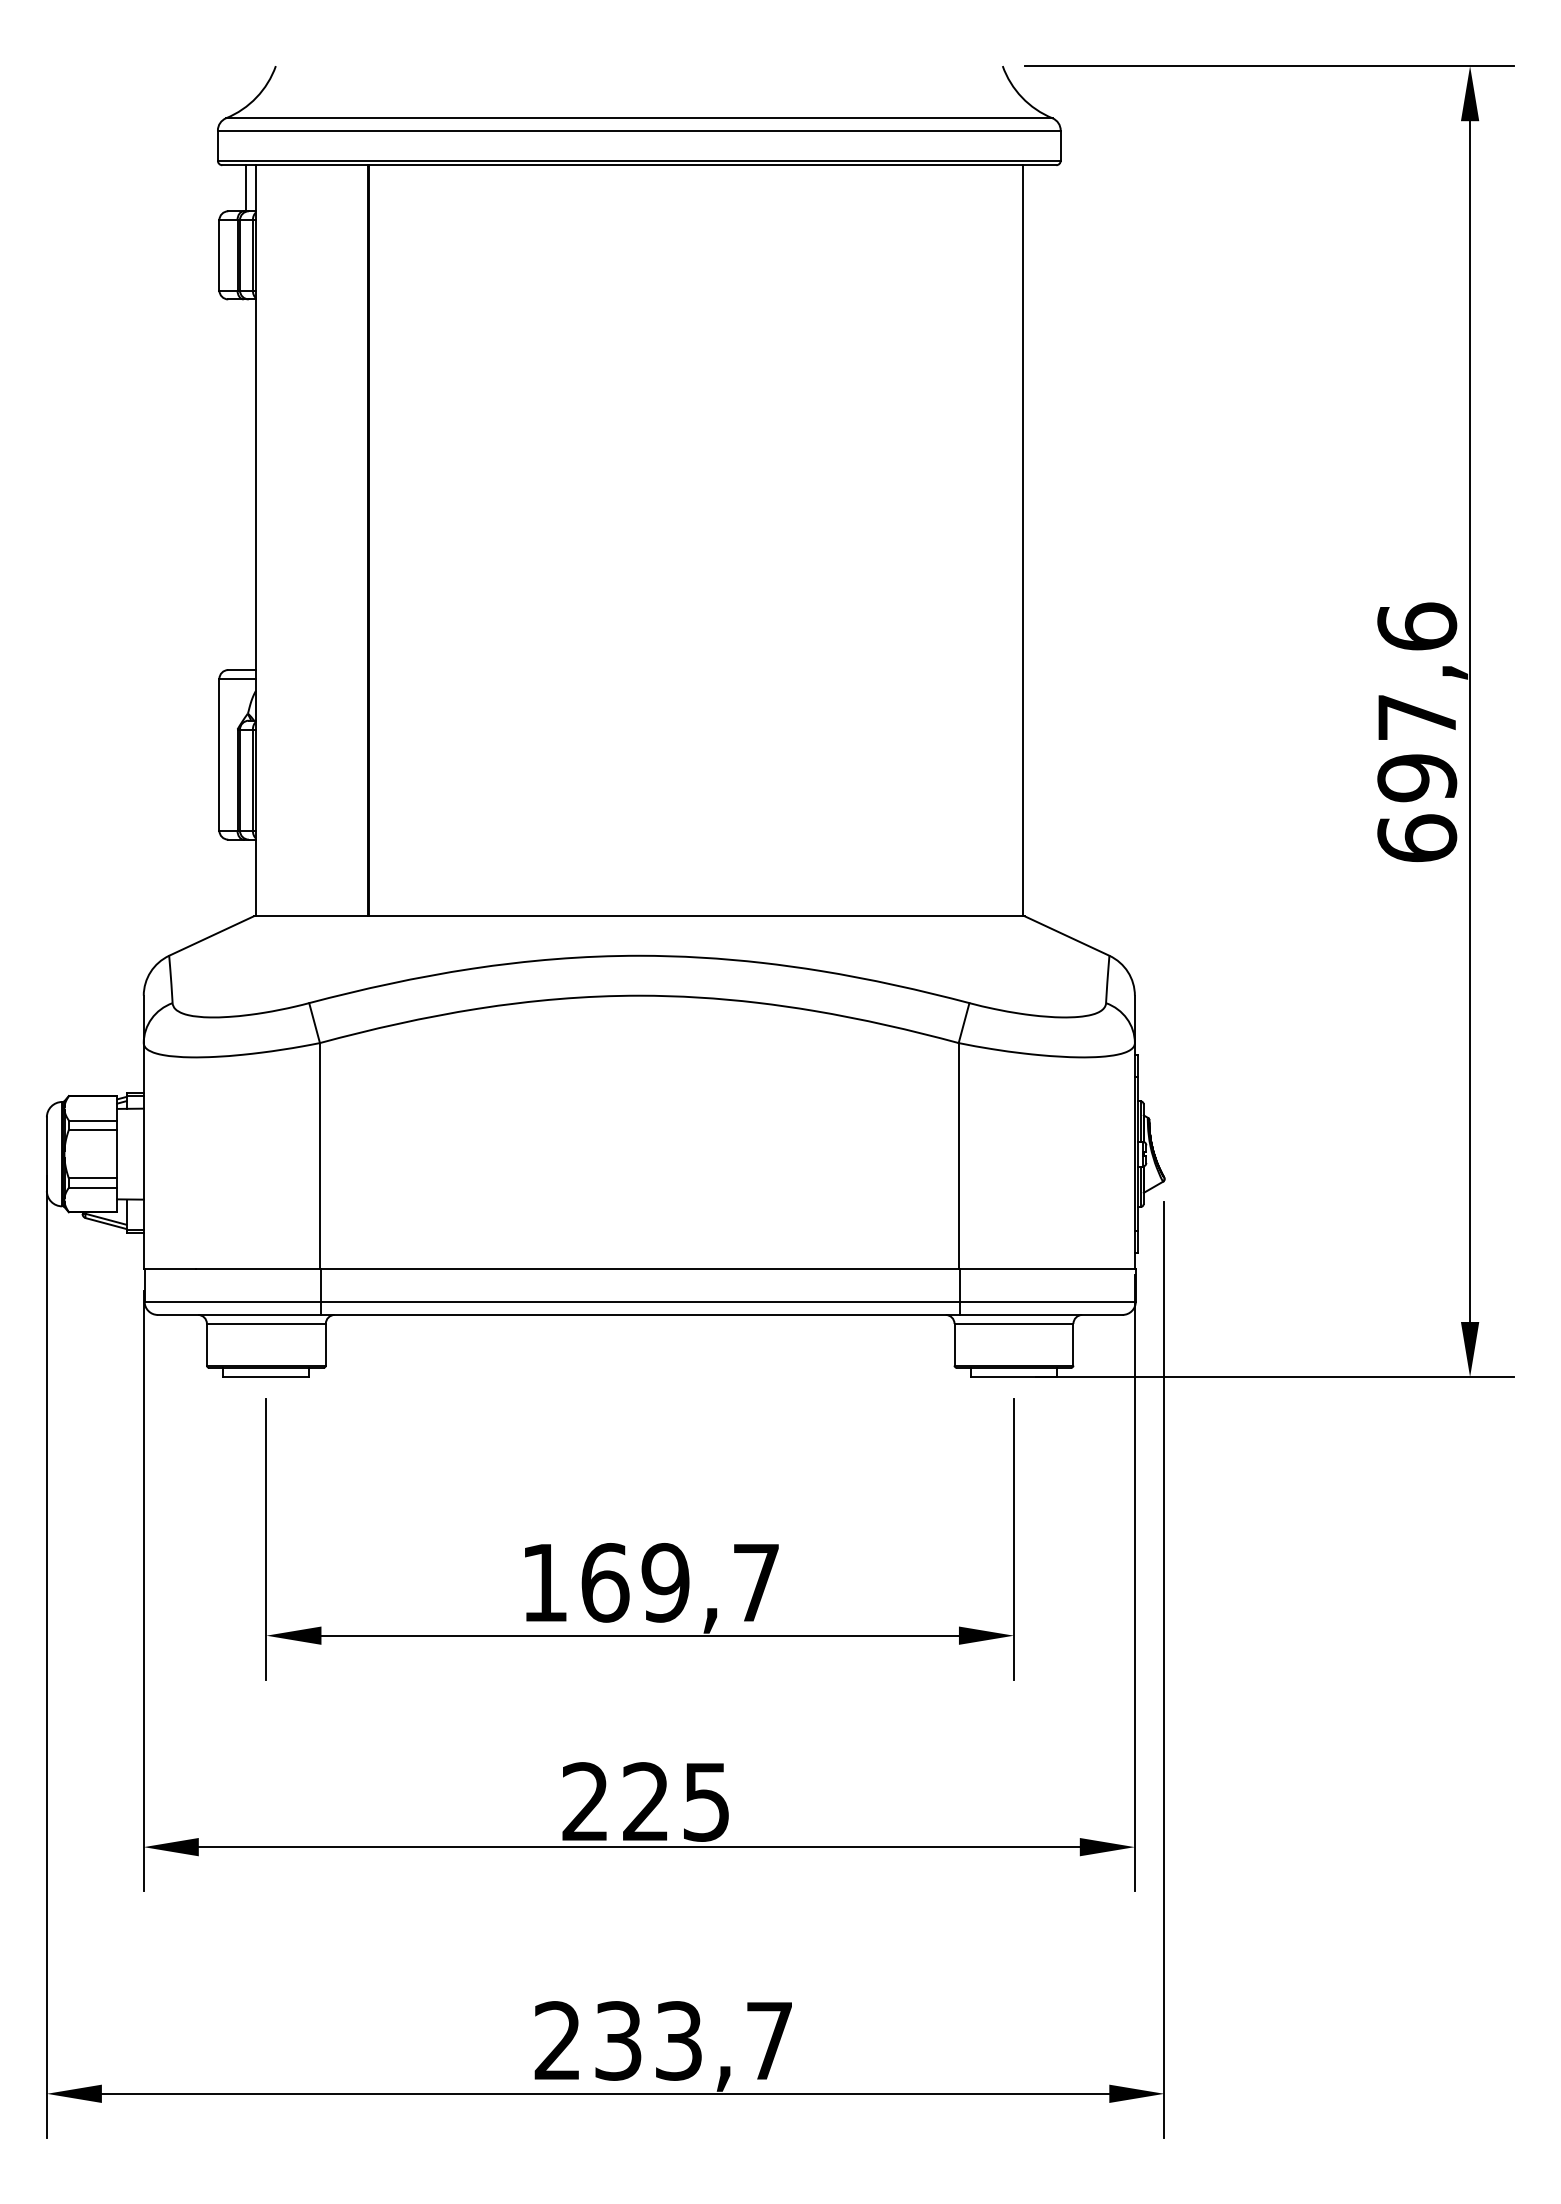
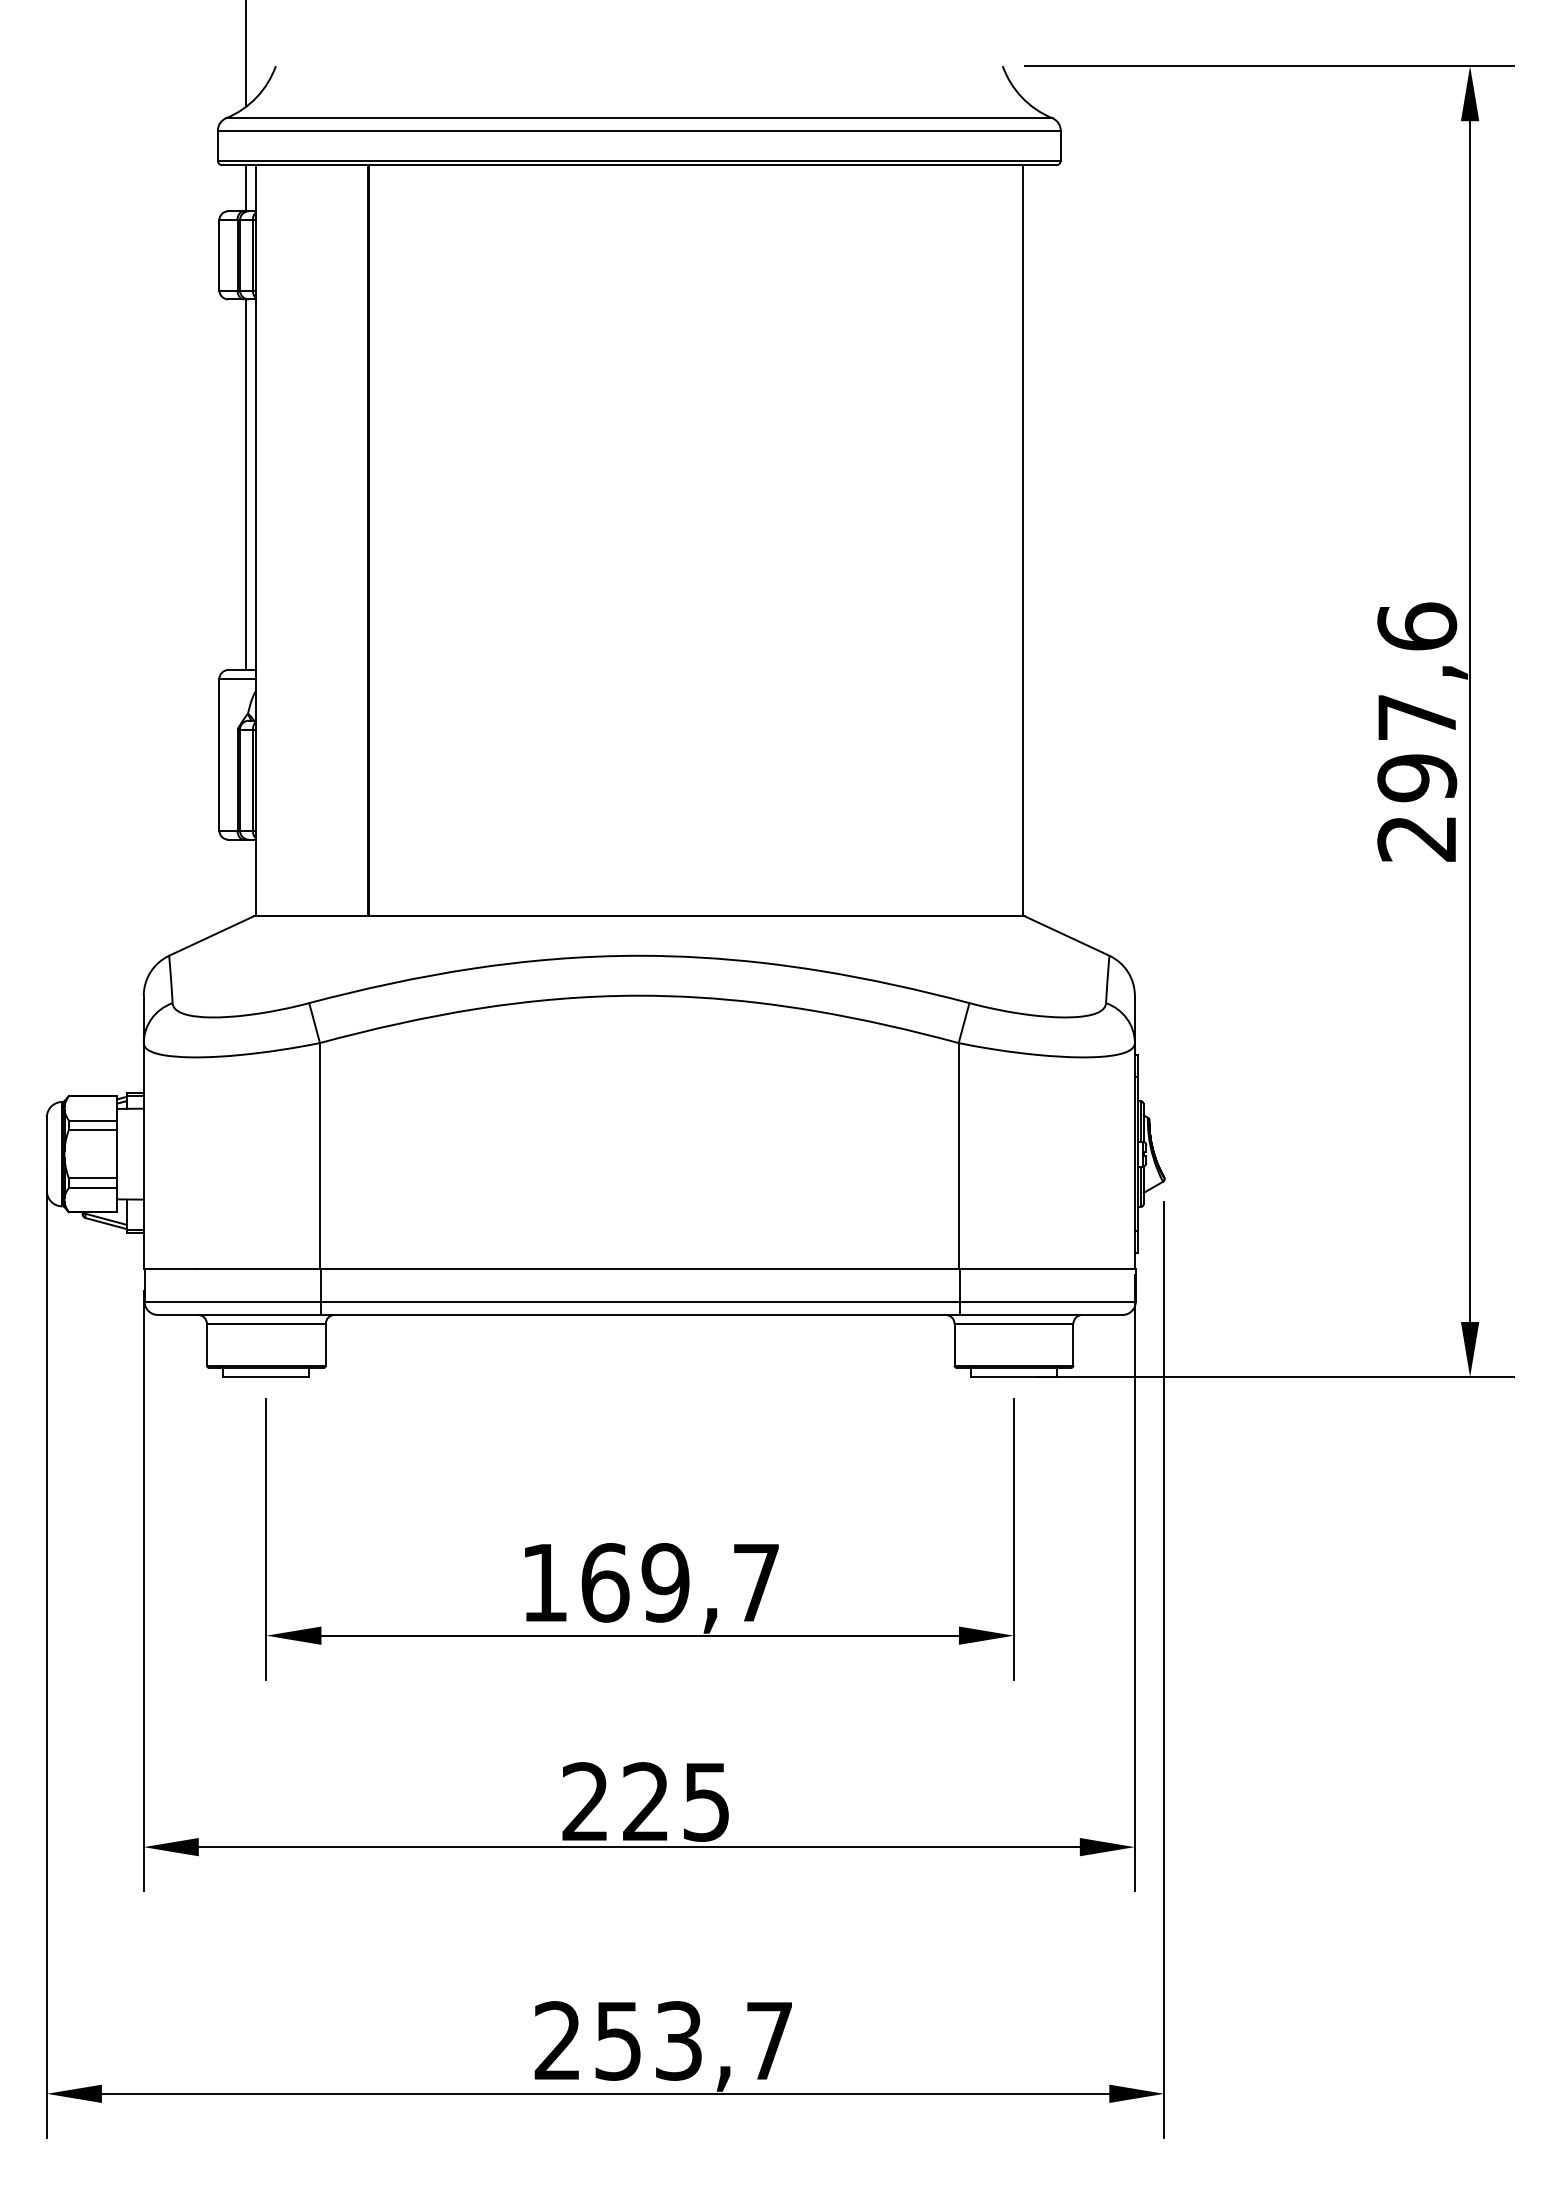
line at (246, 54): none -> present
line at (246, 484): none -> present
text at (1417, 838): 697,6 -> 297,6
text at (618, 2040): 233,7 -> 253,7
